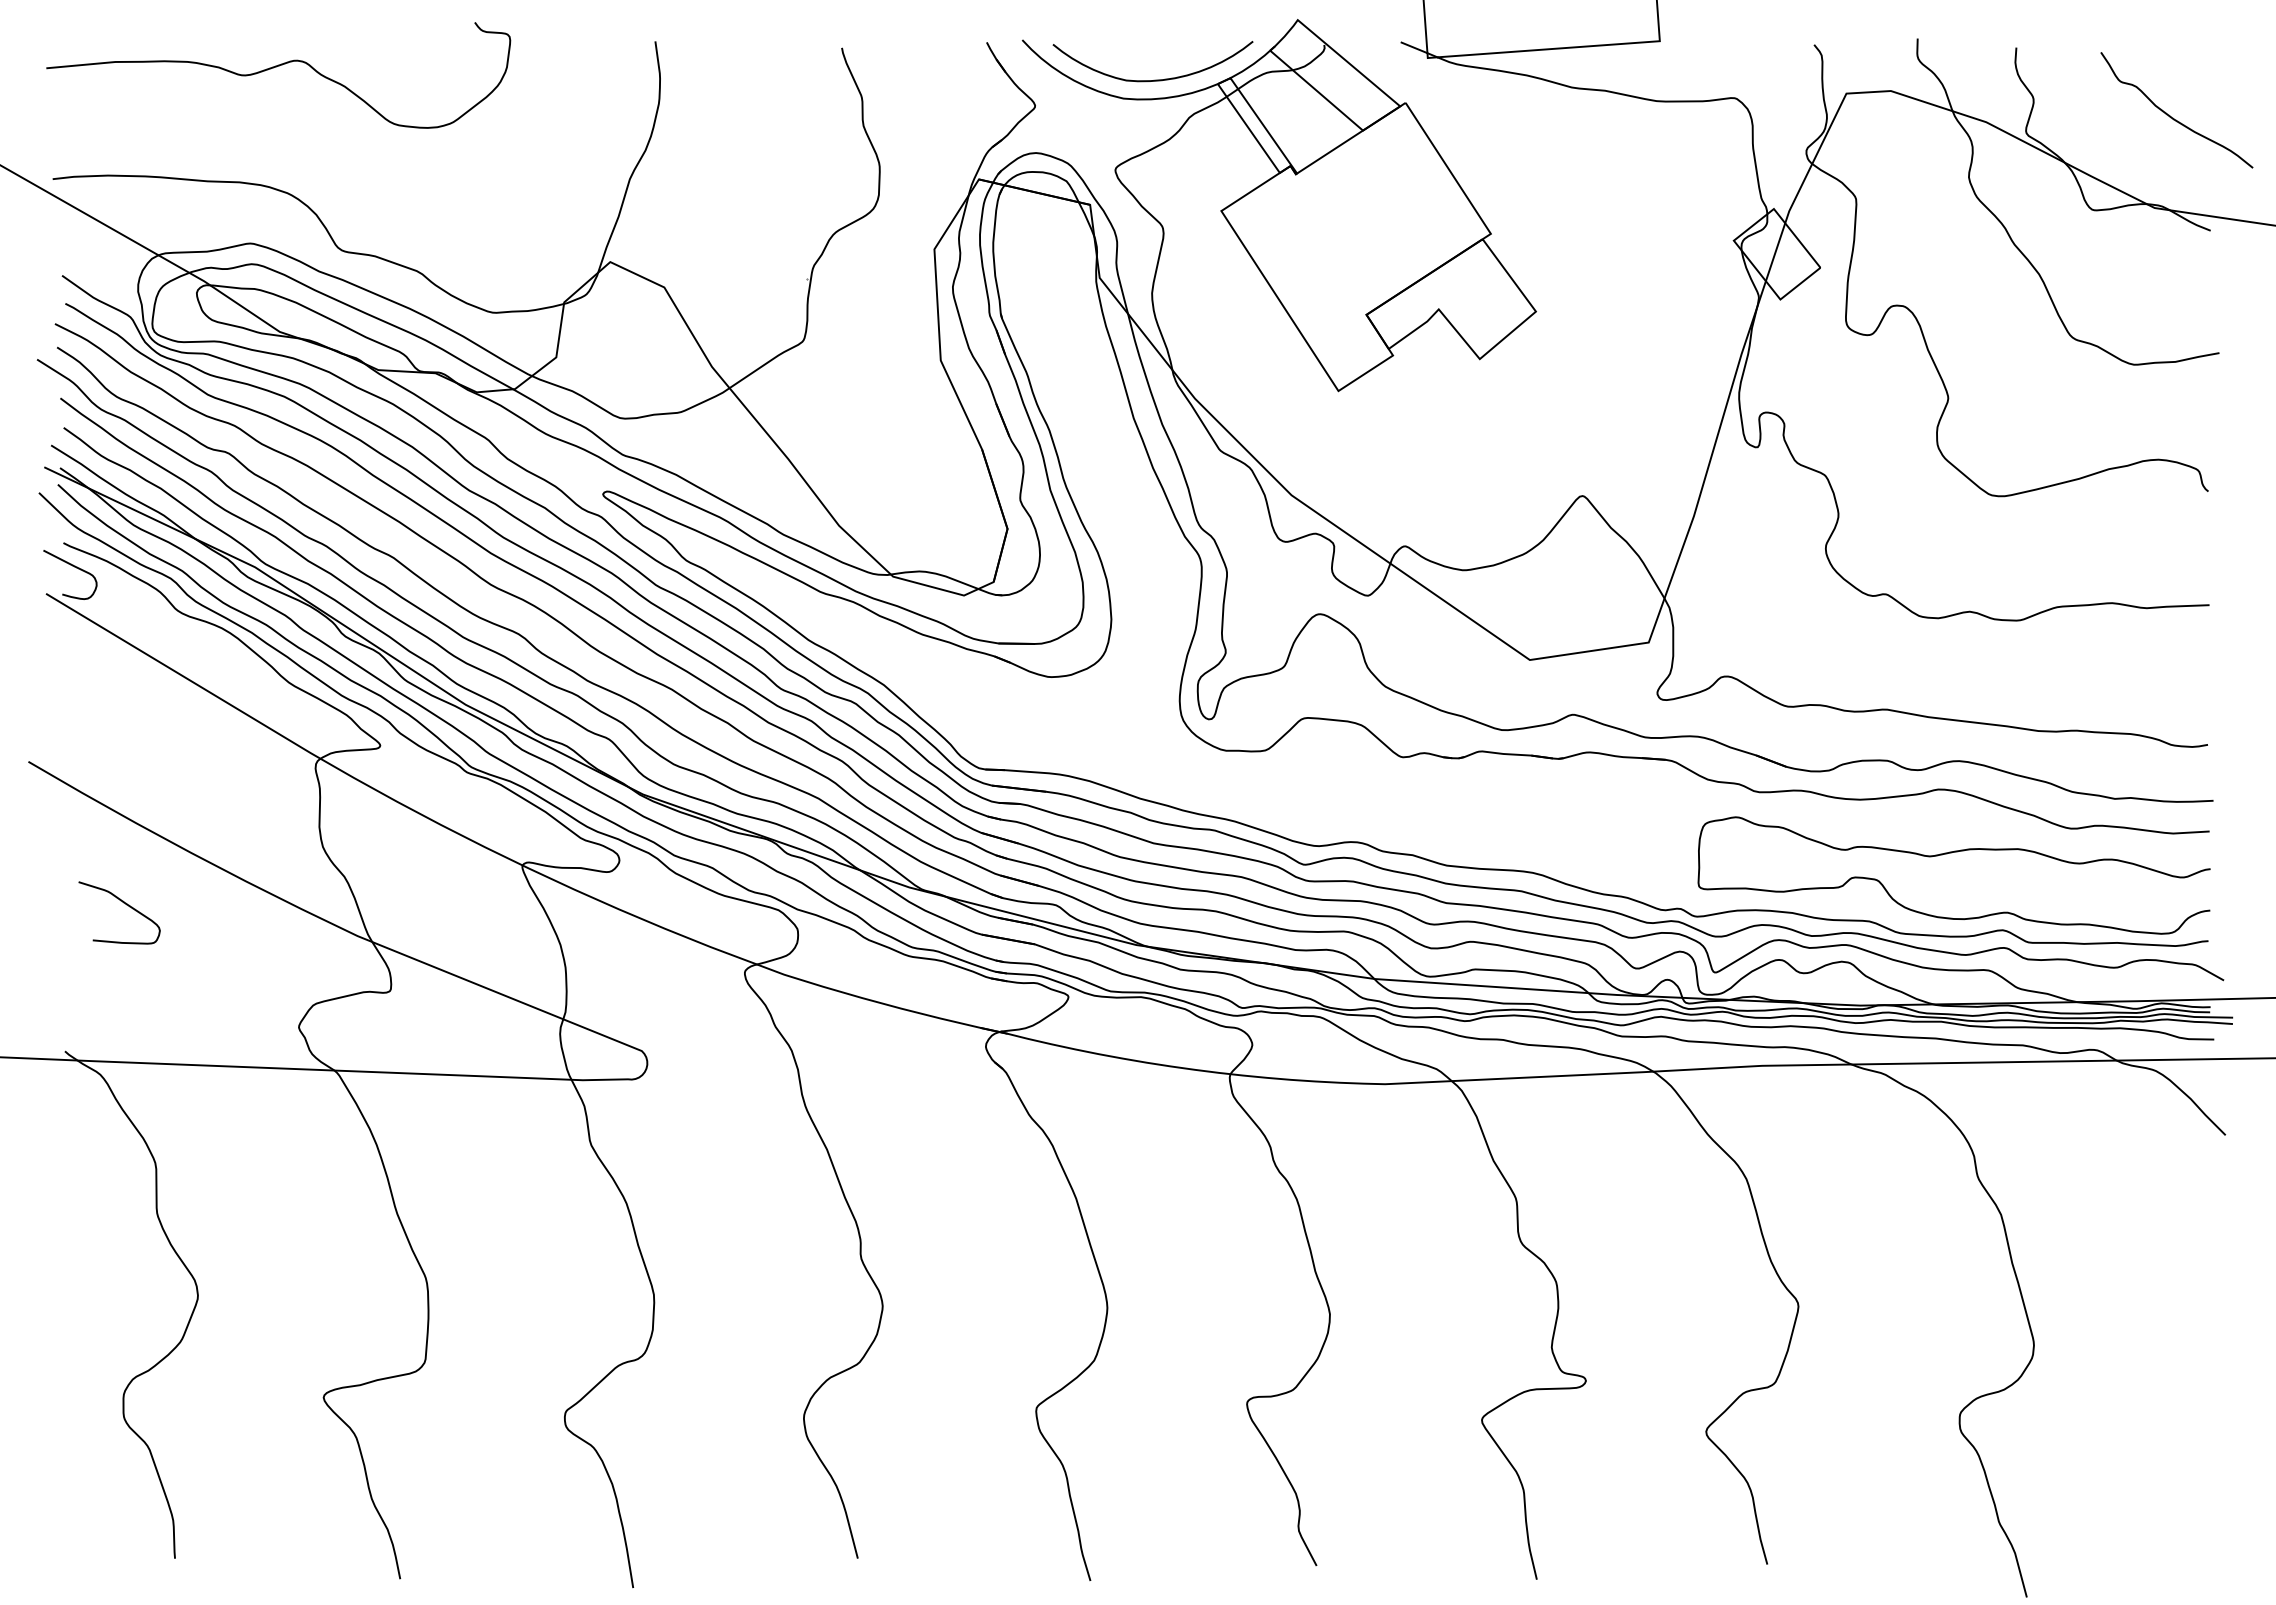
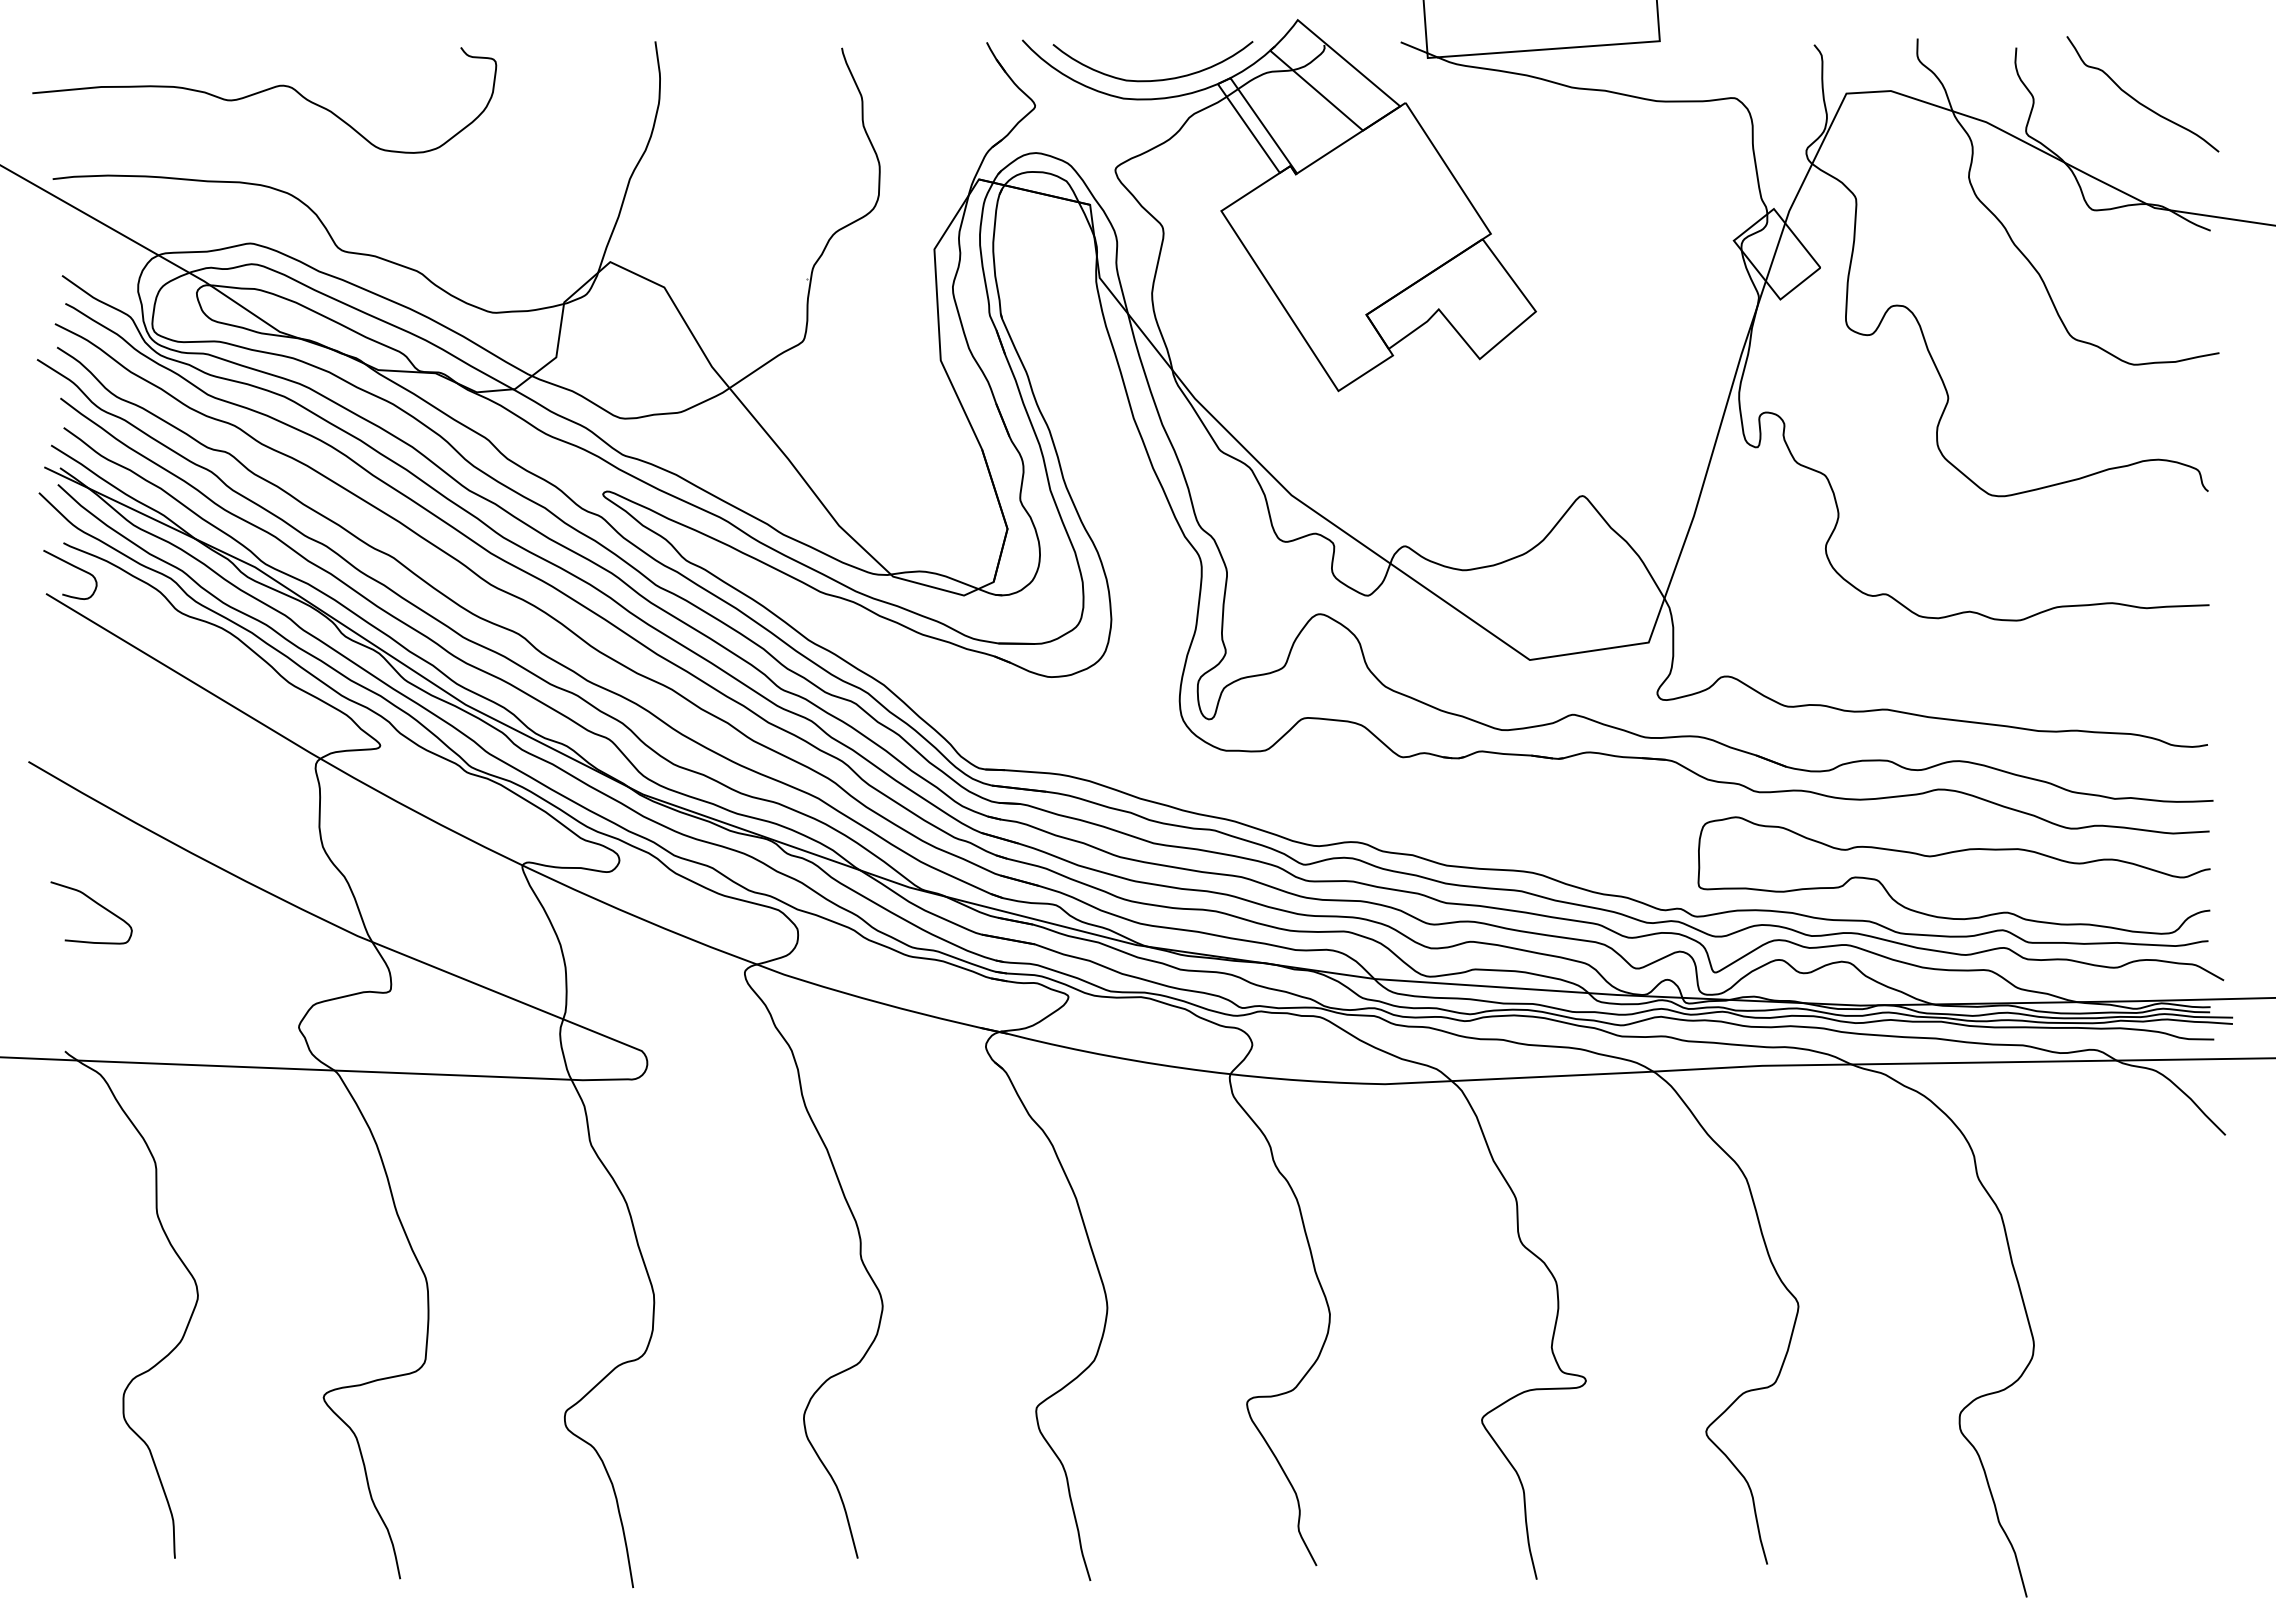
curve at (276, 67) position: (276, 67) -> (262, 92)
curve at (2173, 117) position: (2173, 117) -> (2139, 101)
curve at (123, 903) position: (123, 903) -> (95, 903)
